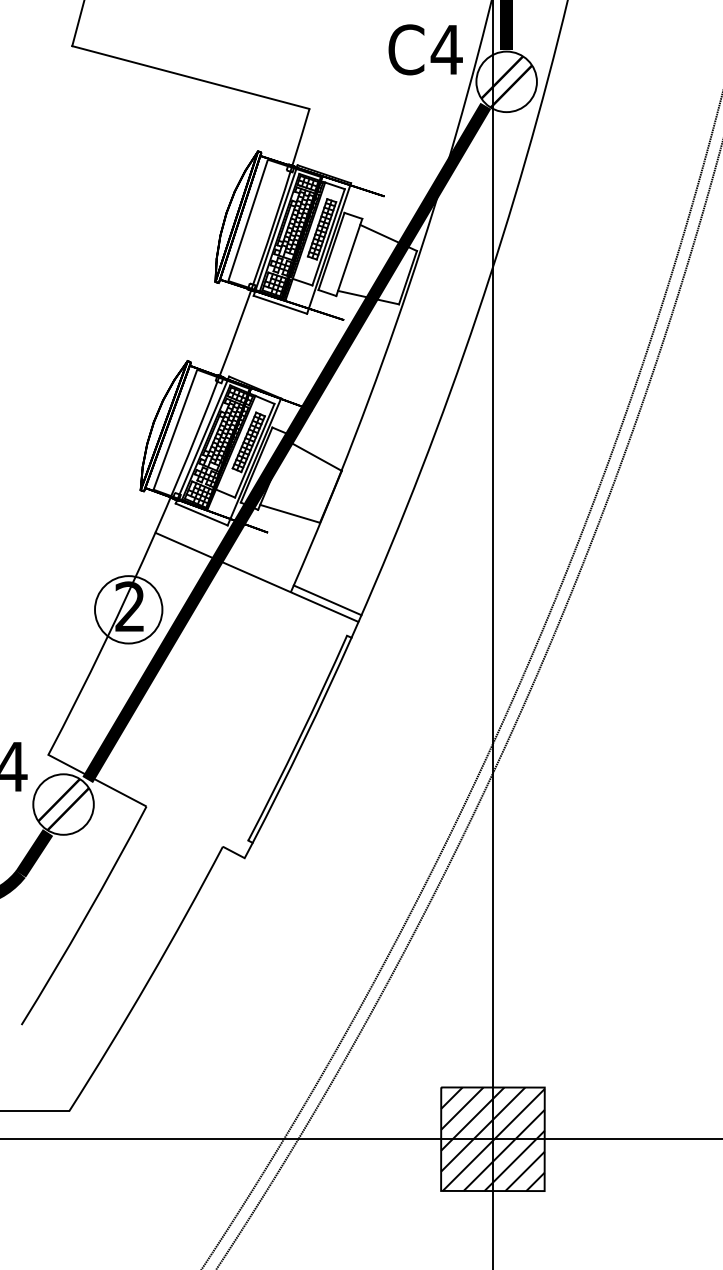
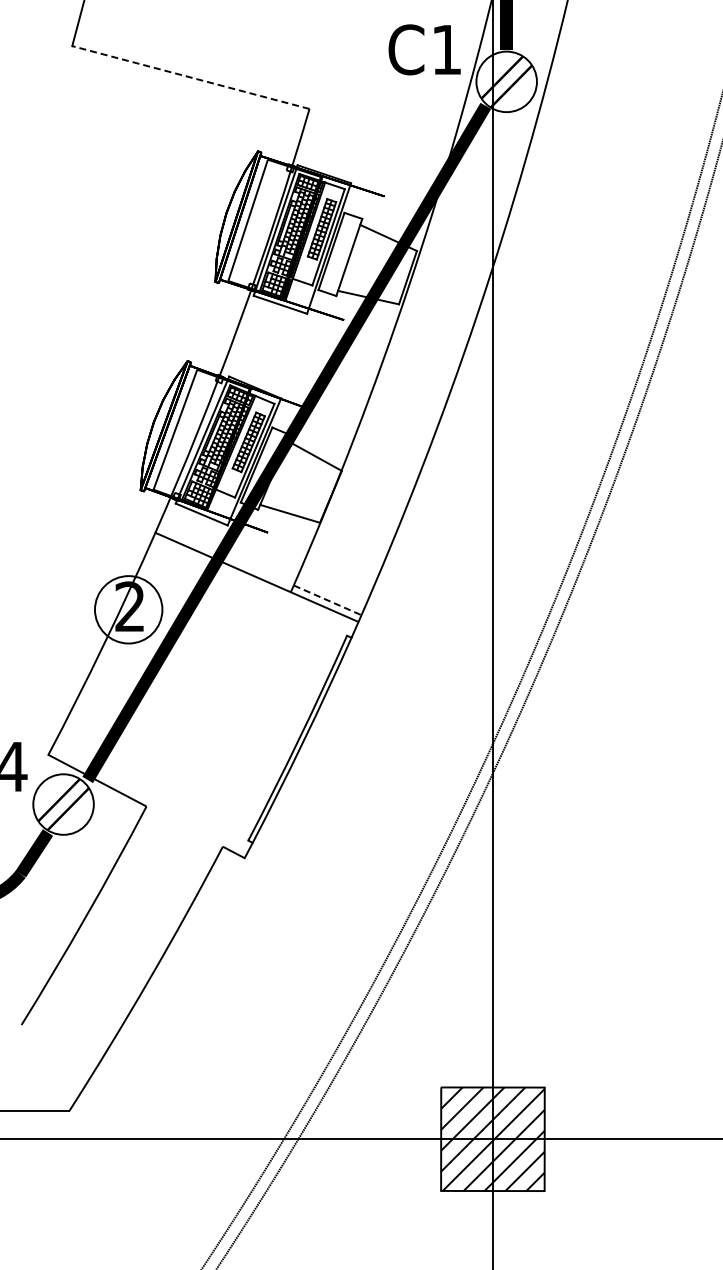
text at (446, 49): C4 -> C1
line at (190, 77): solid -> dashed
line at (327, 600): solid -> dashed
